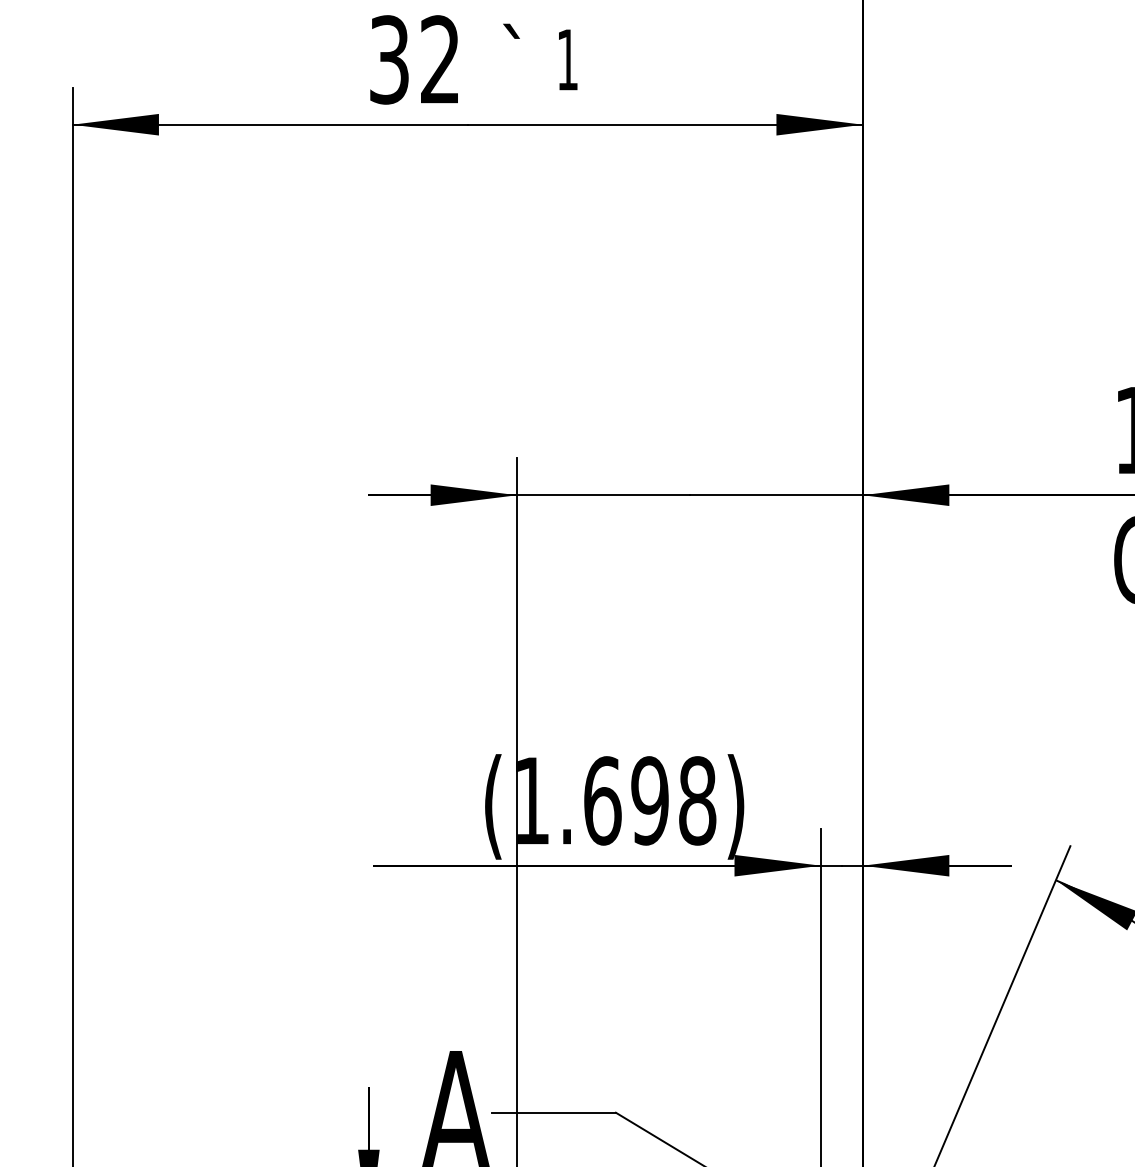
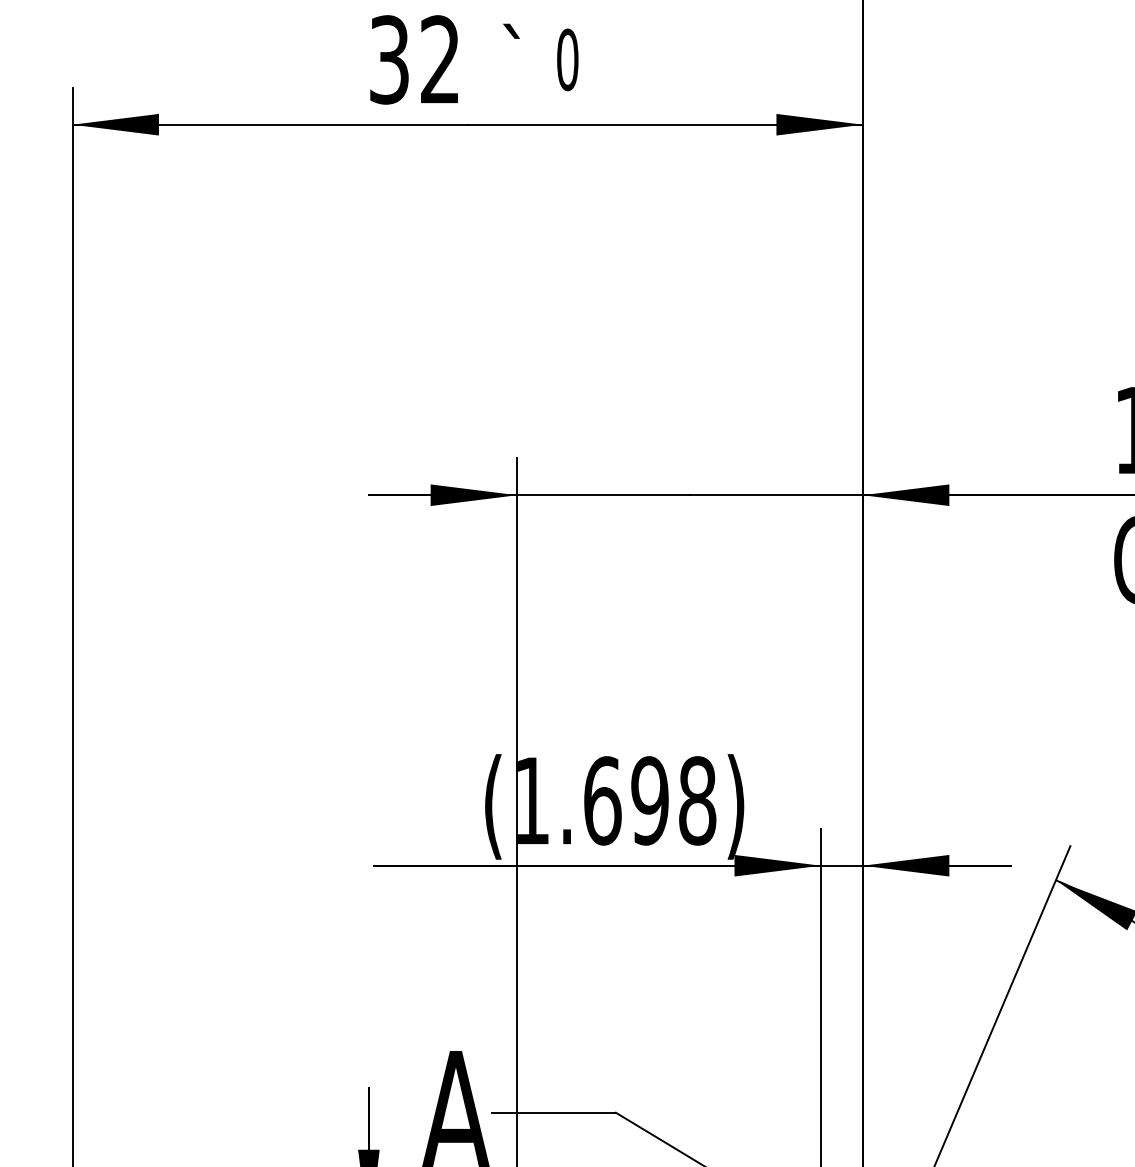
text at (567, 59): 1 -> 0
